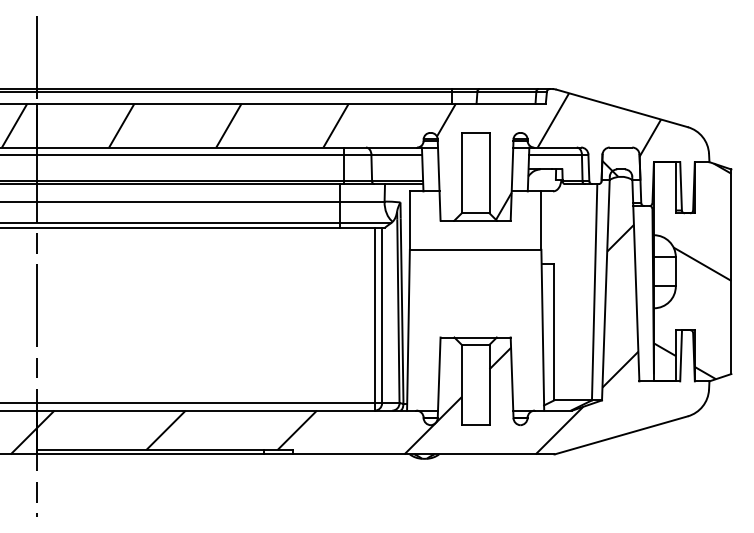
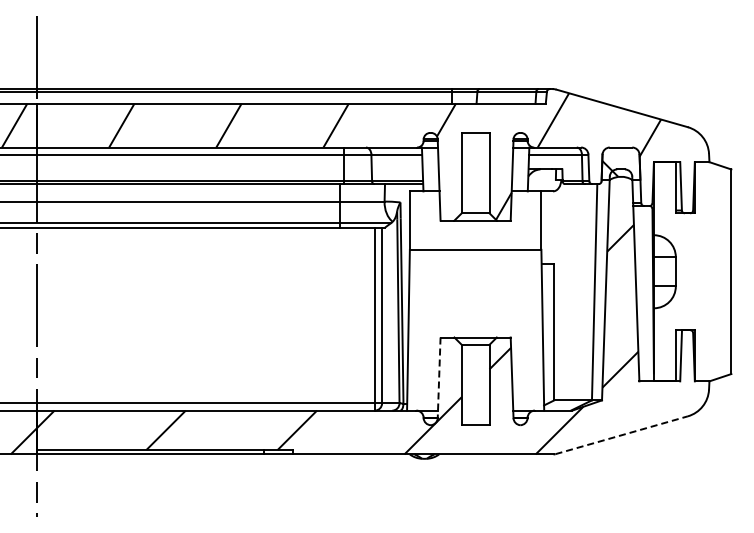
hatch at (692, 271): present -> none
line at (439, 378): solid -> dashed
line at (621, 435): solid -> dashed
